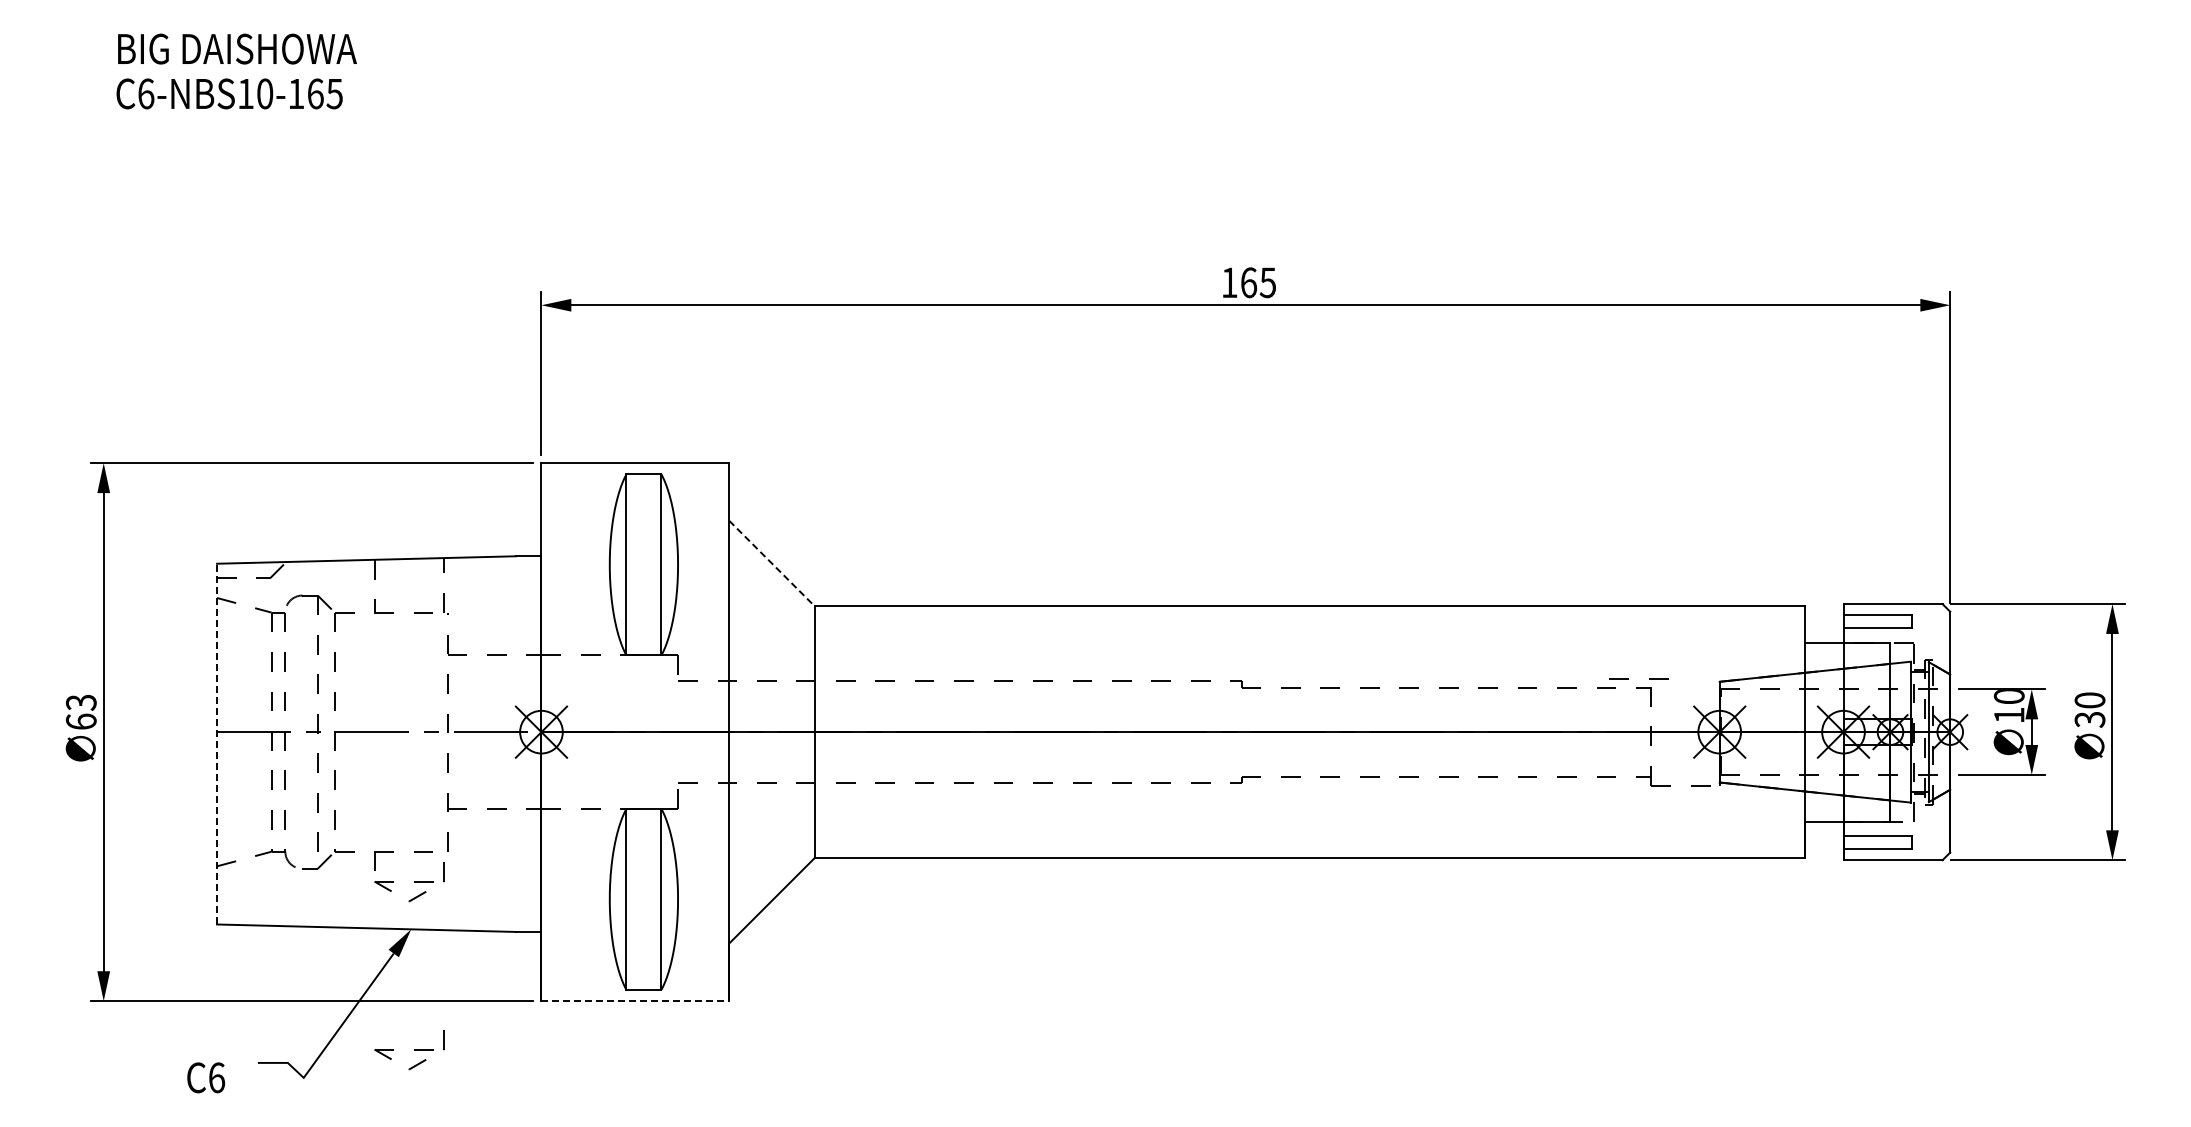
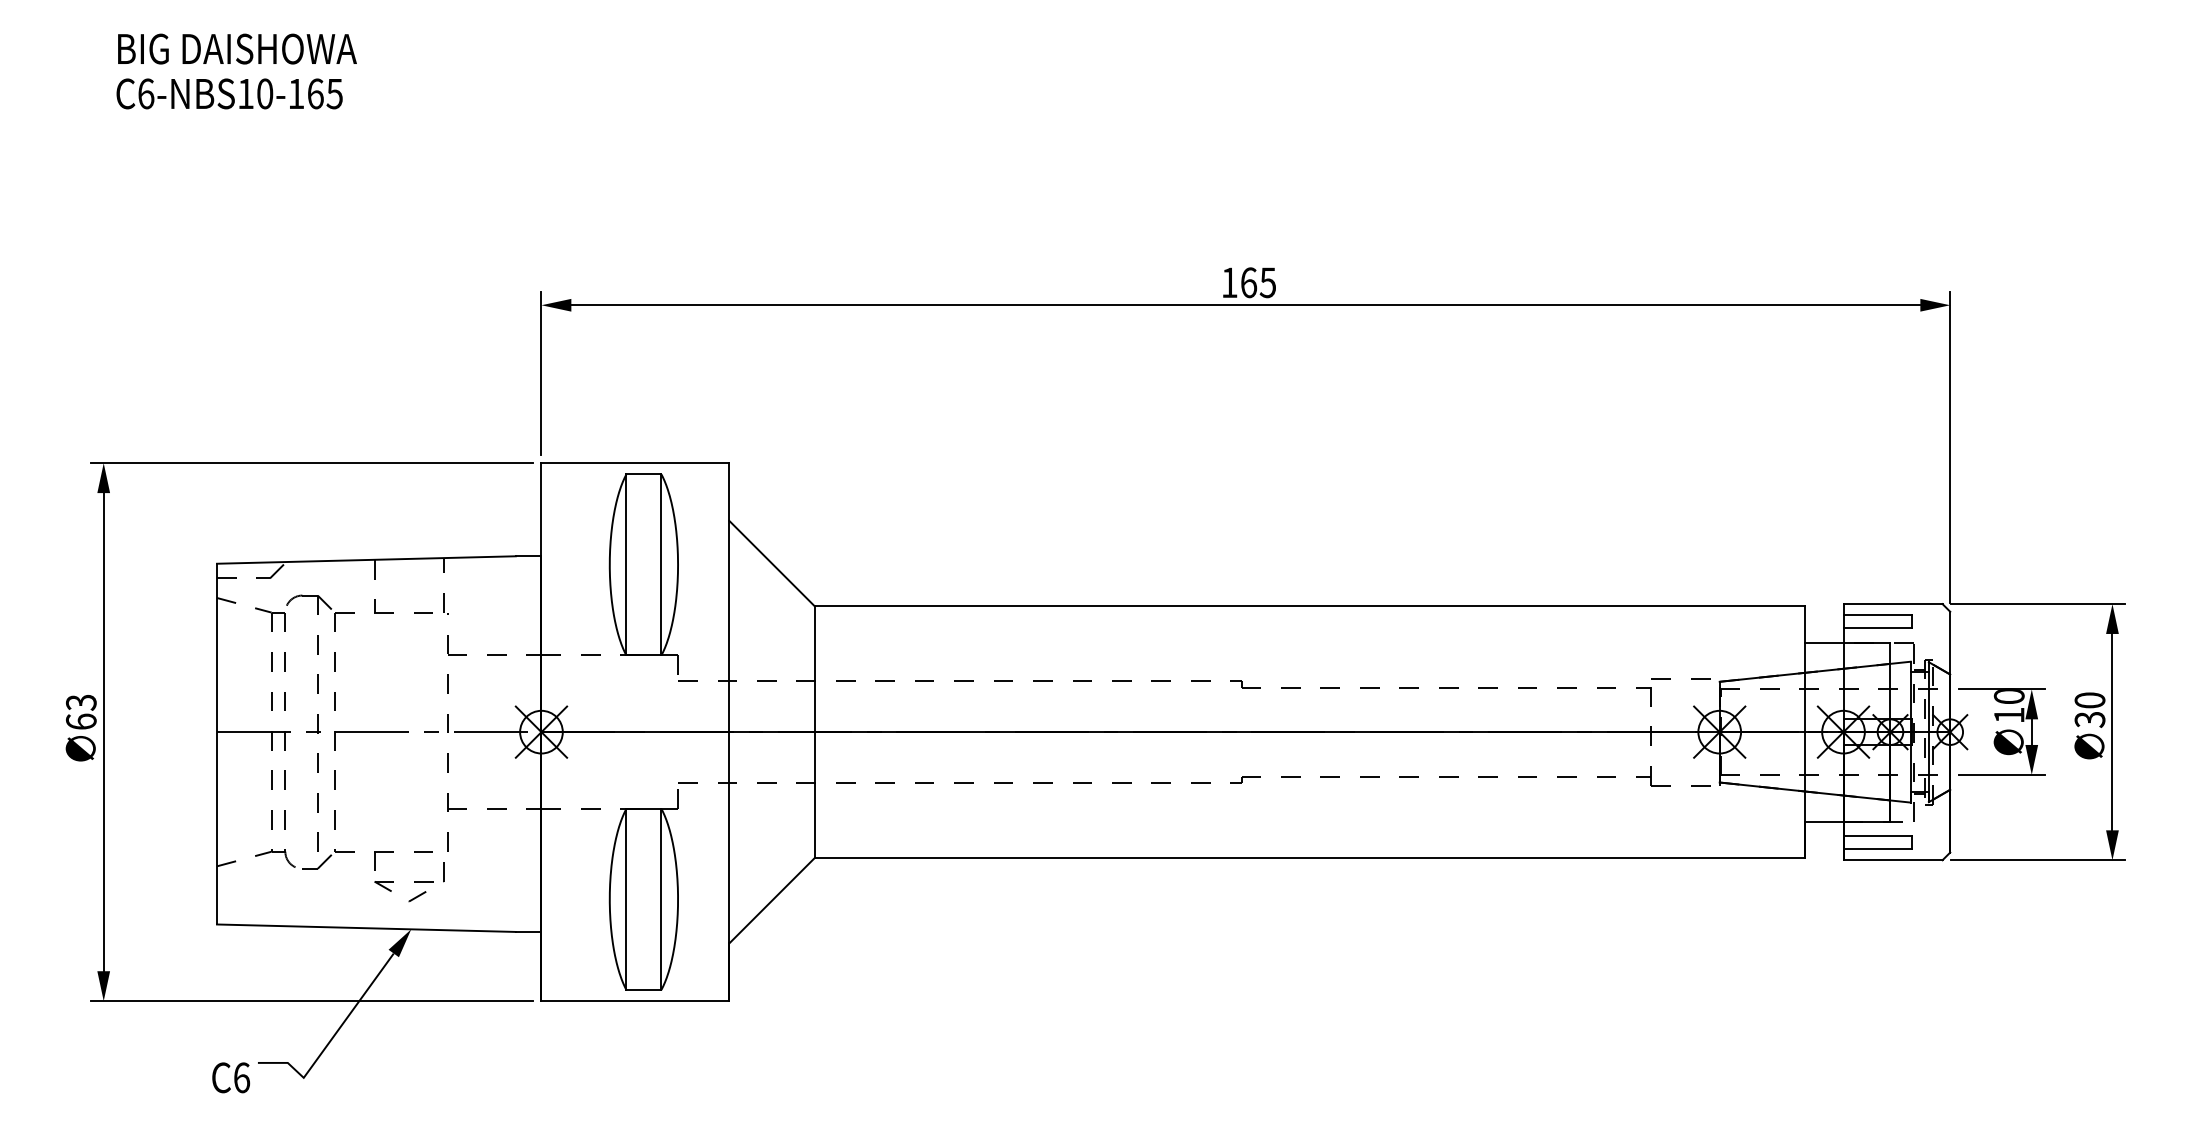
line at (772, 563): dashed -> solid
line at (1628, 678) position: (1628, 678) -> (1670, 678)
line at (217, 743): dashed -> solid
line at (635, 1001): dashed -> solid
part at (409, 1050): present -> none
text at (206, 1077) position: (206, 1077) -> (231, 1077)
